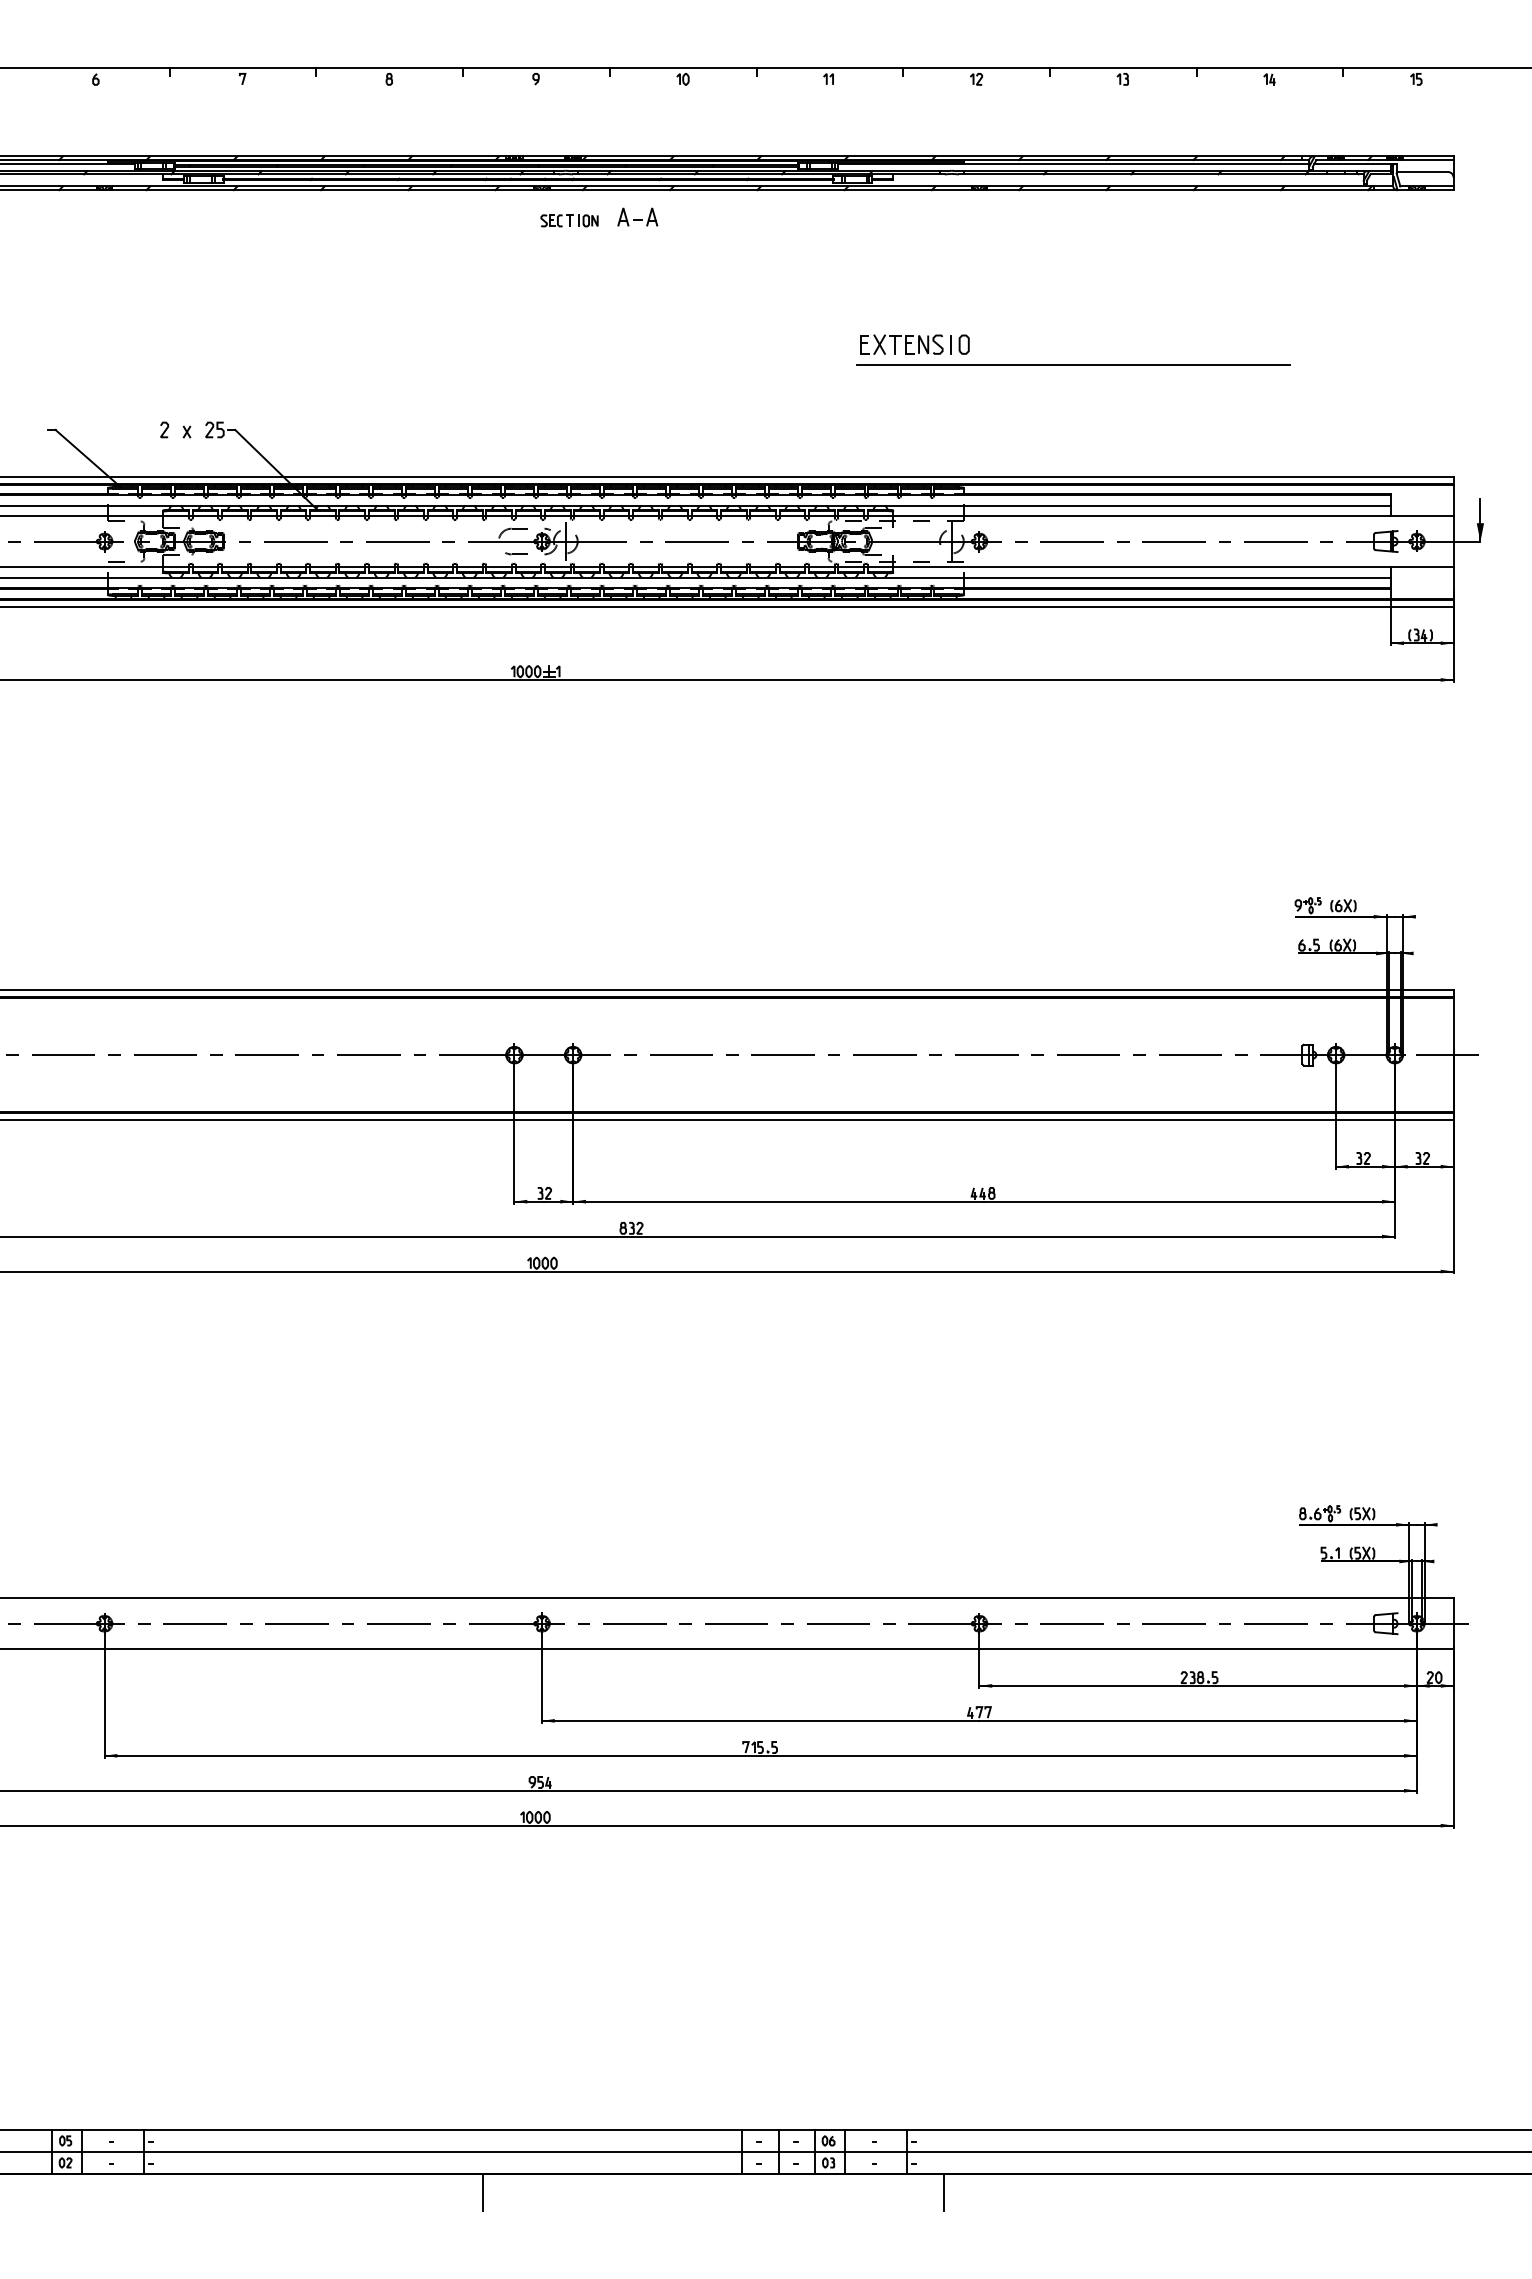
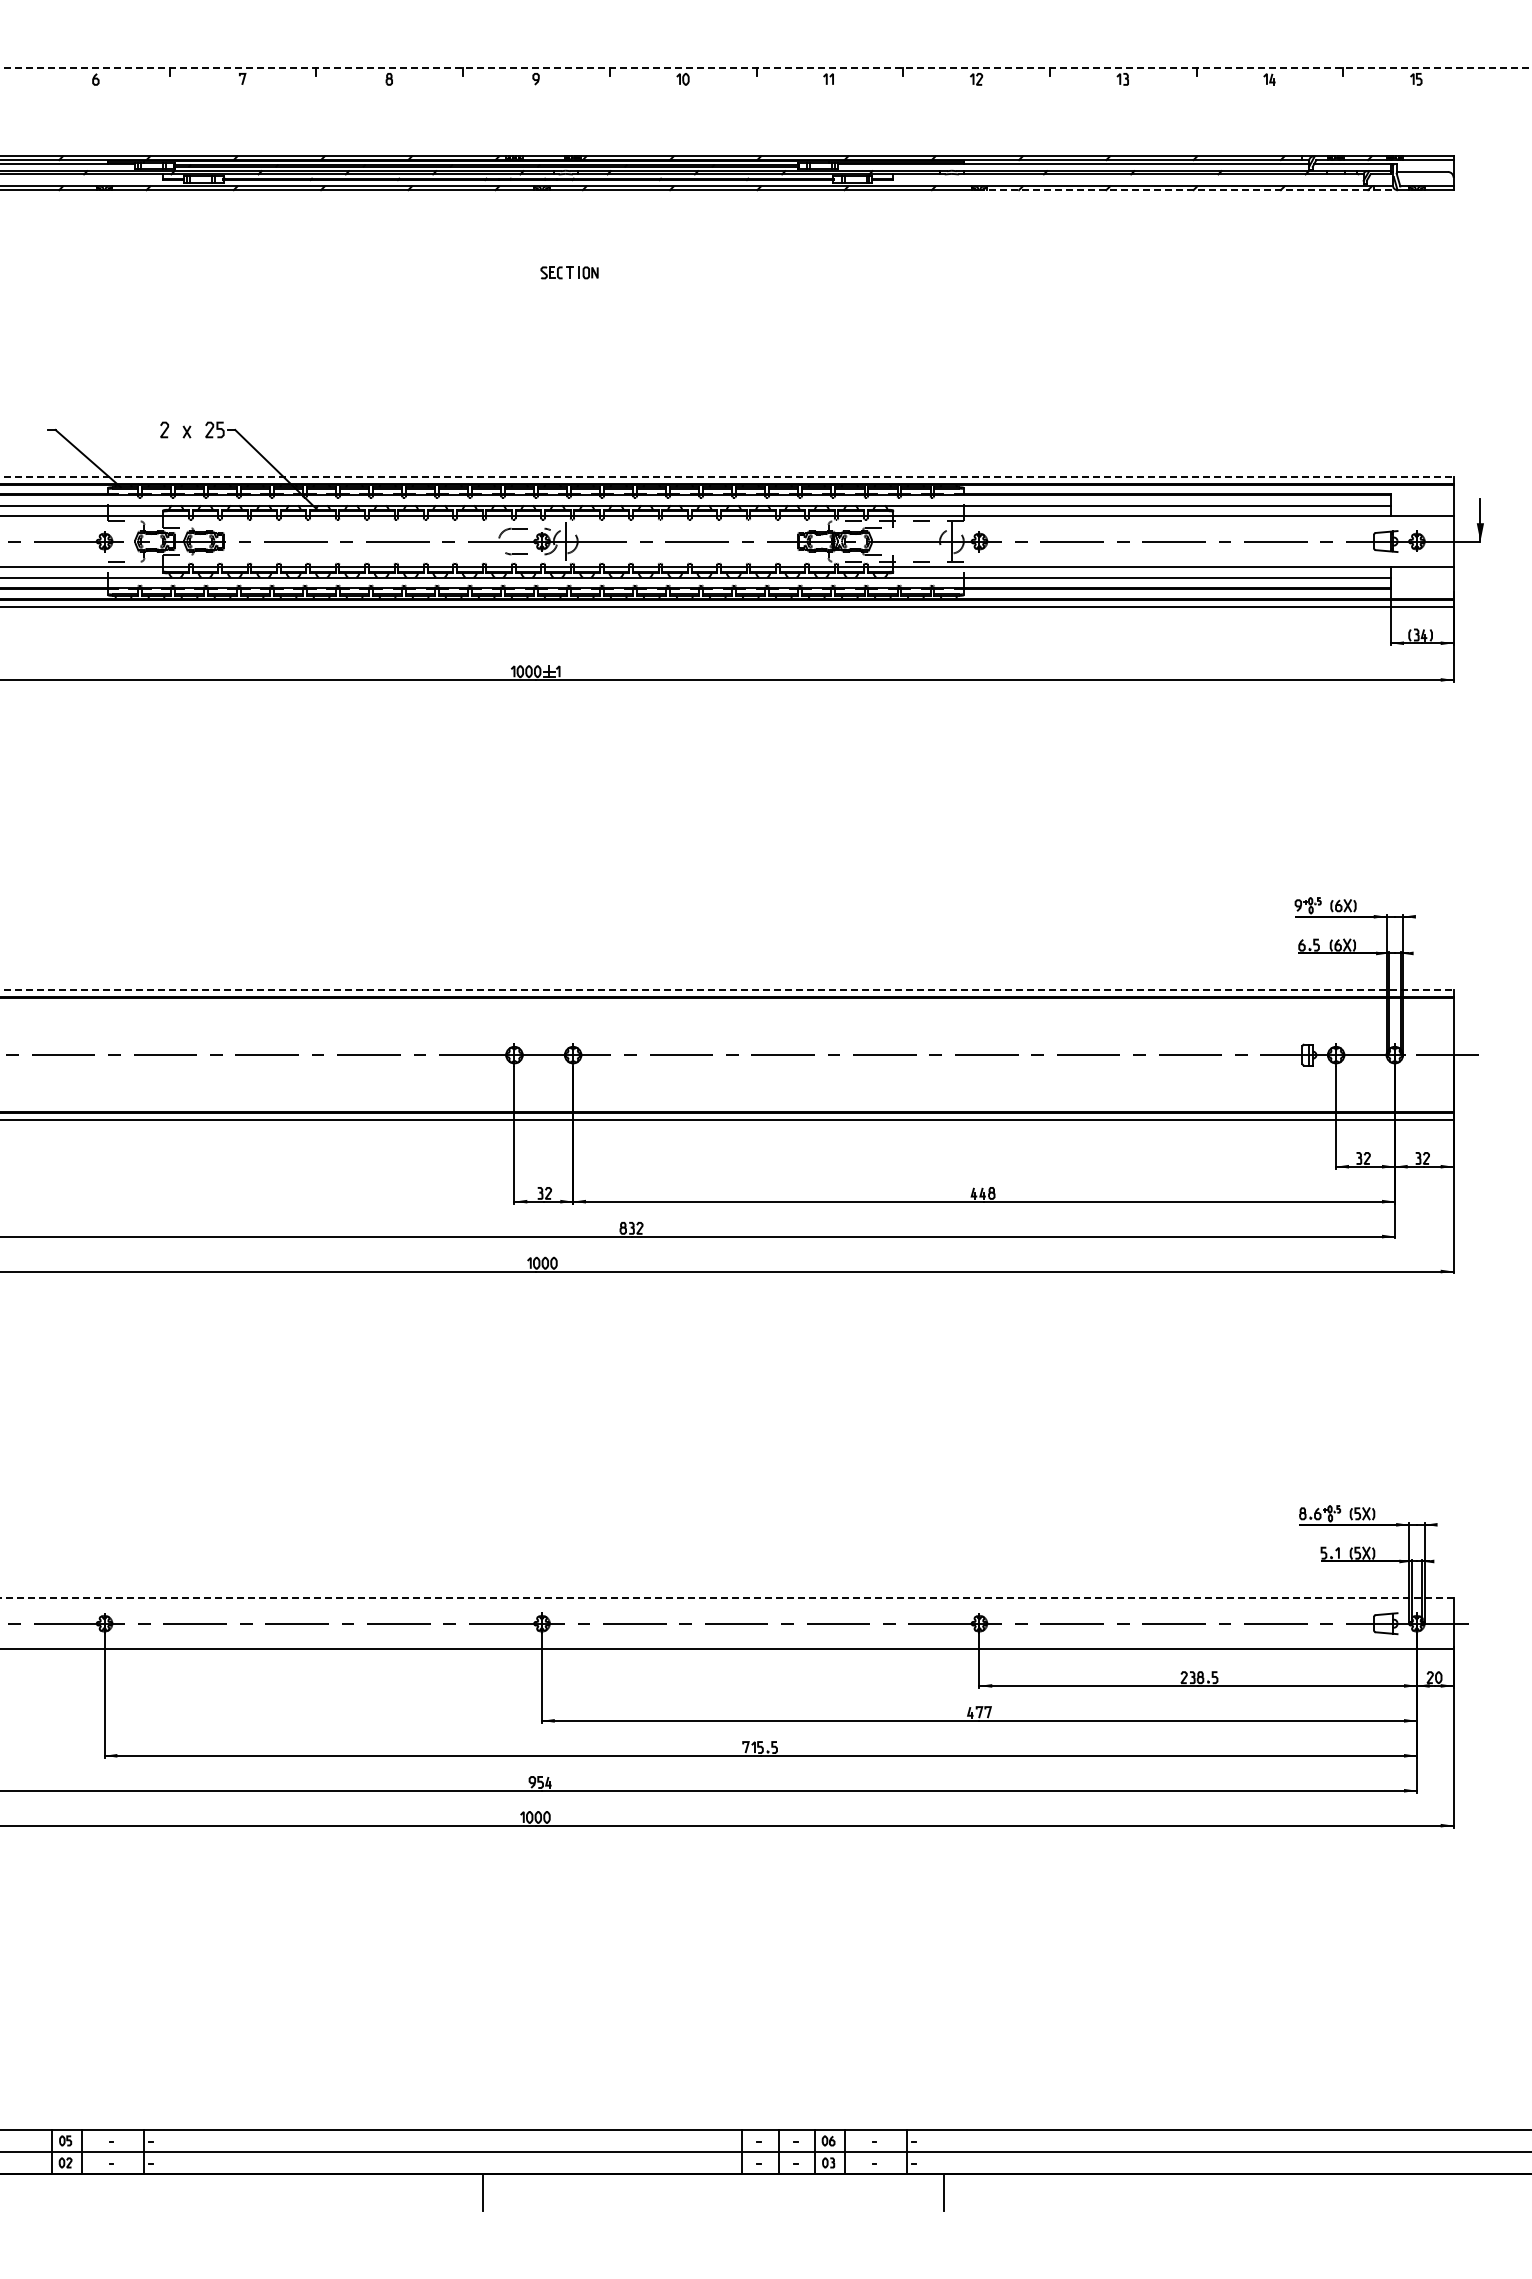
line at (766, 68): solid -> dashed
line at (1187, 190): solid -> dashed
part at (637, 216): present -> none
part at (569, 220) position: (569, 220) -> (569, 272)
part at (1073, 364): present -> none
line at (726, 476): solid -> dashed
line at (726, 990): solid -> dashed
line at (726, 1598): solid -> dashed
